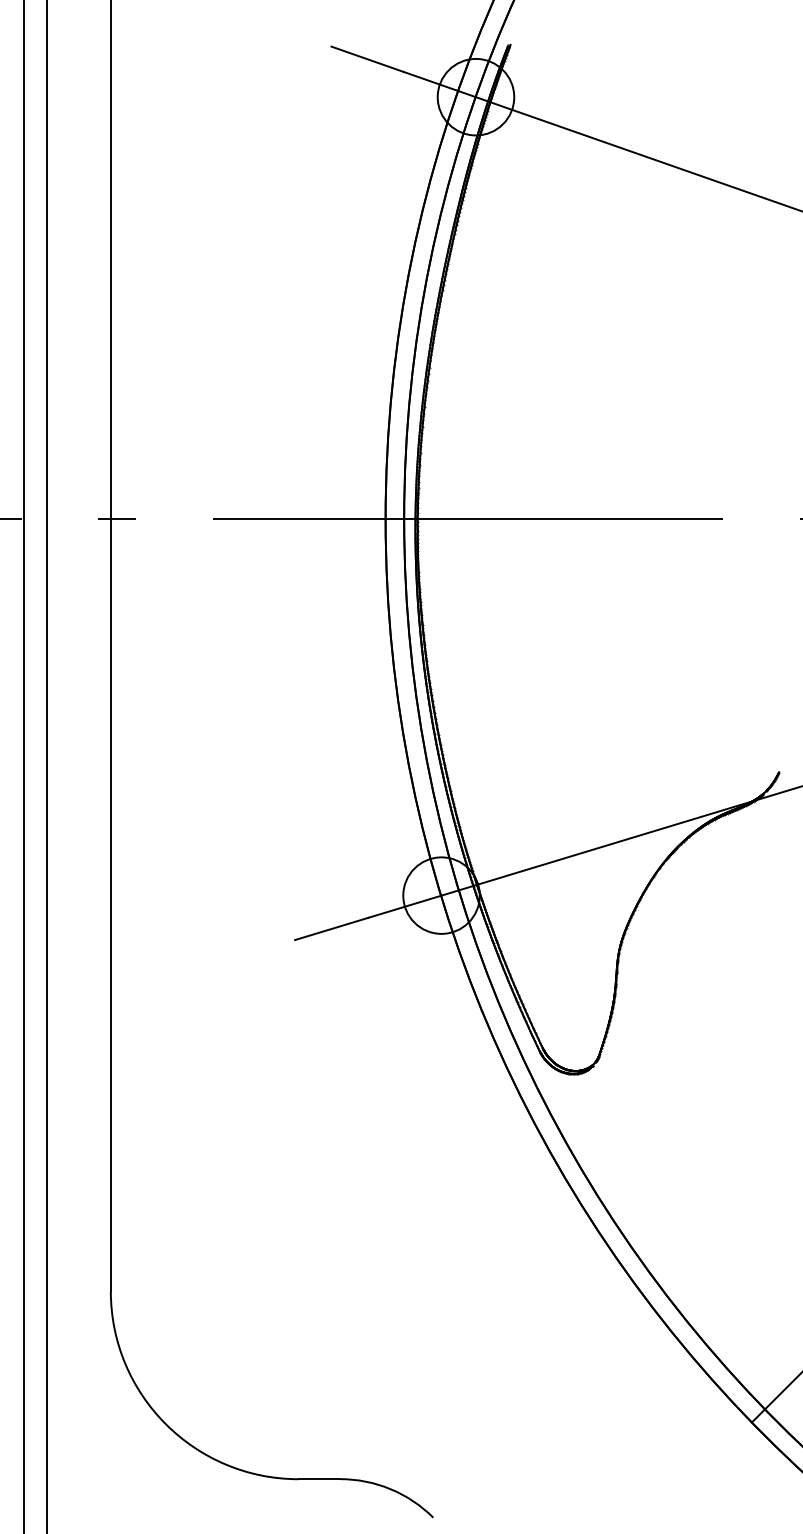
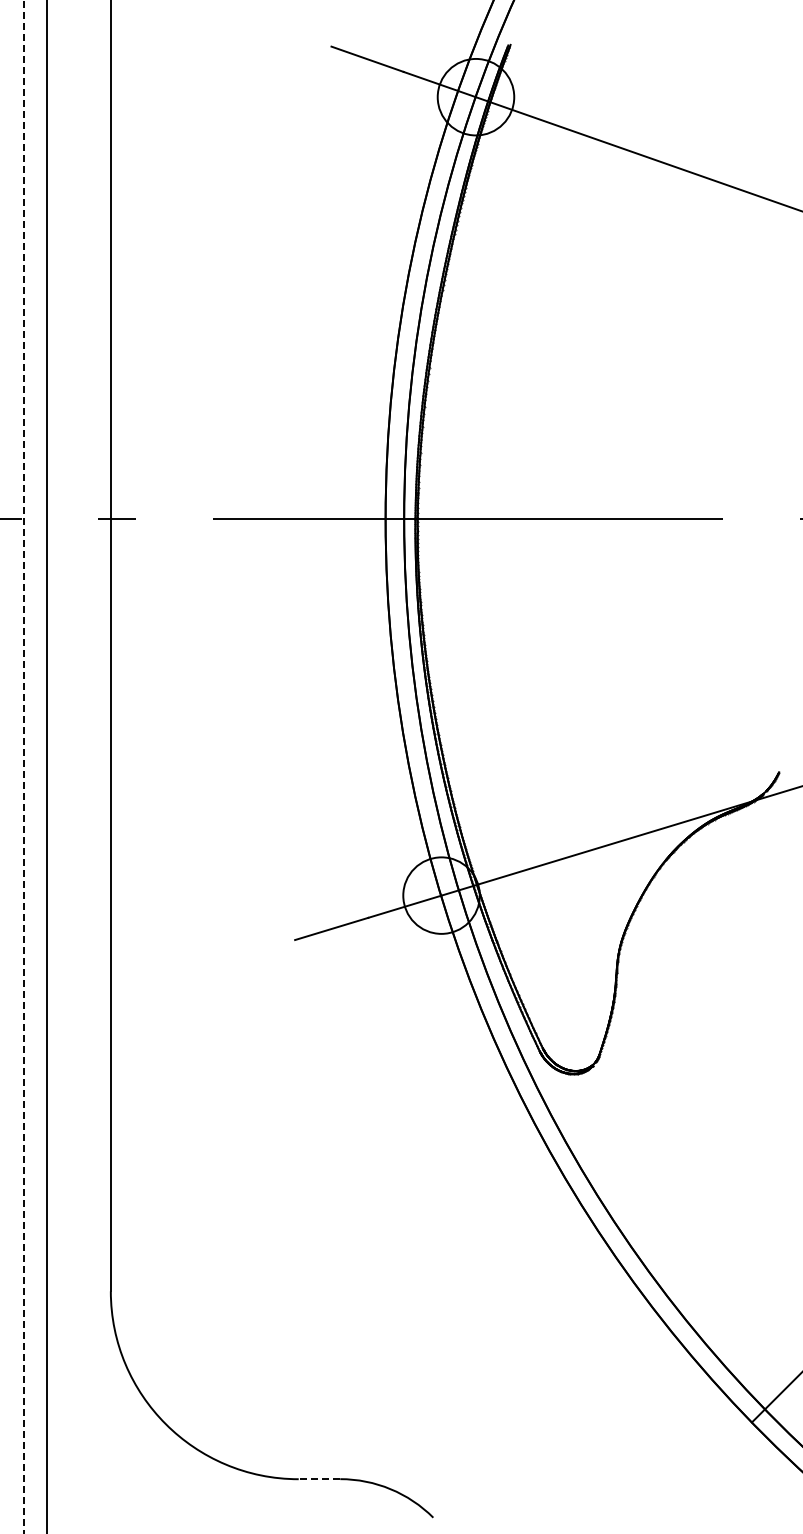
line at (23, 766): solid -> dashed
line at (319, 1479): solid -> dashed
